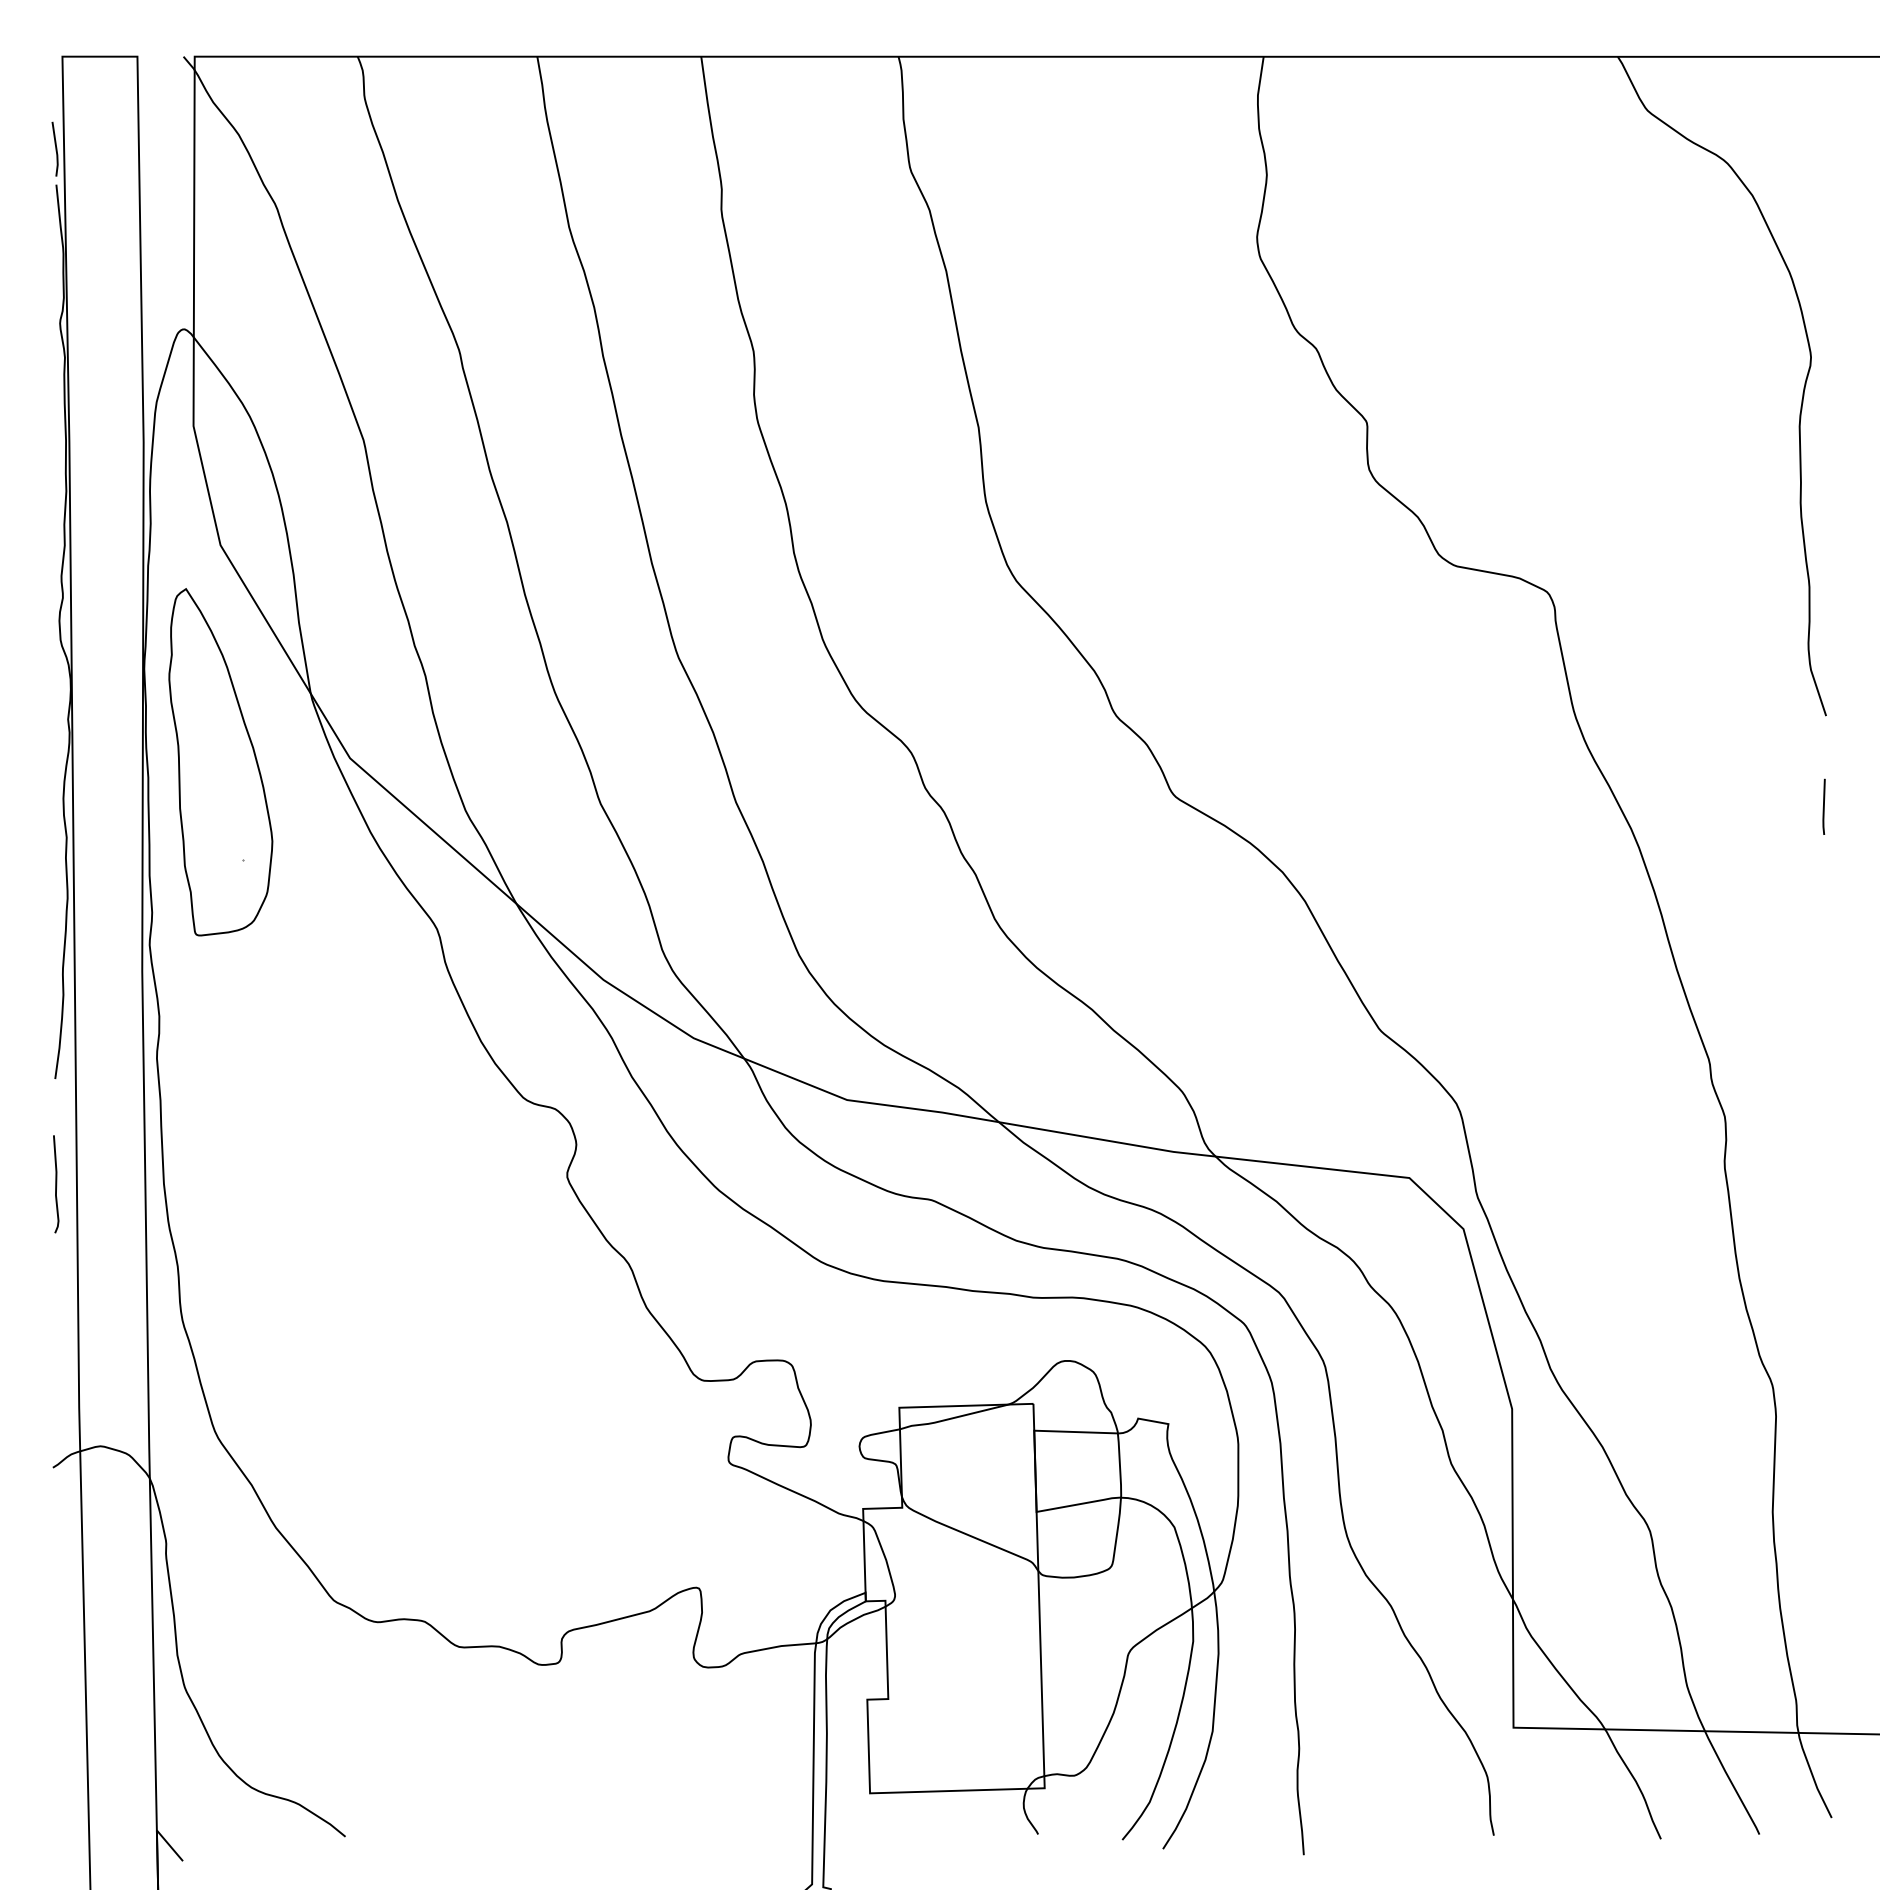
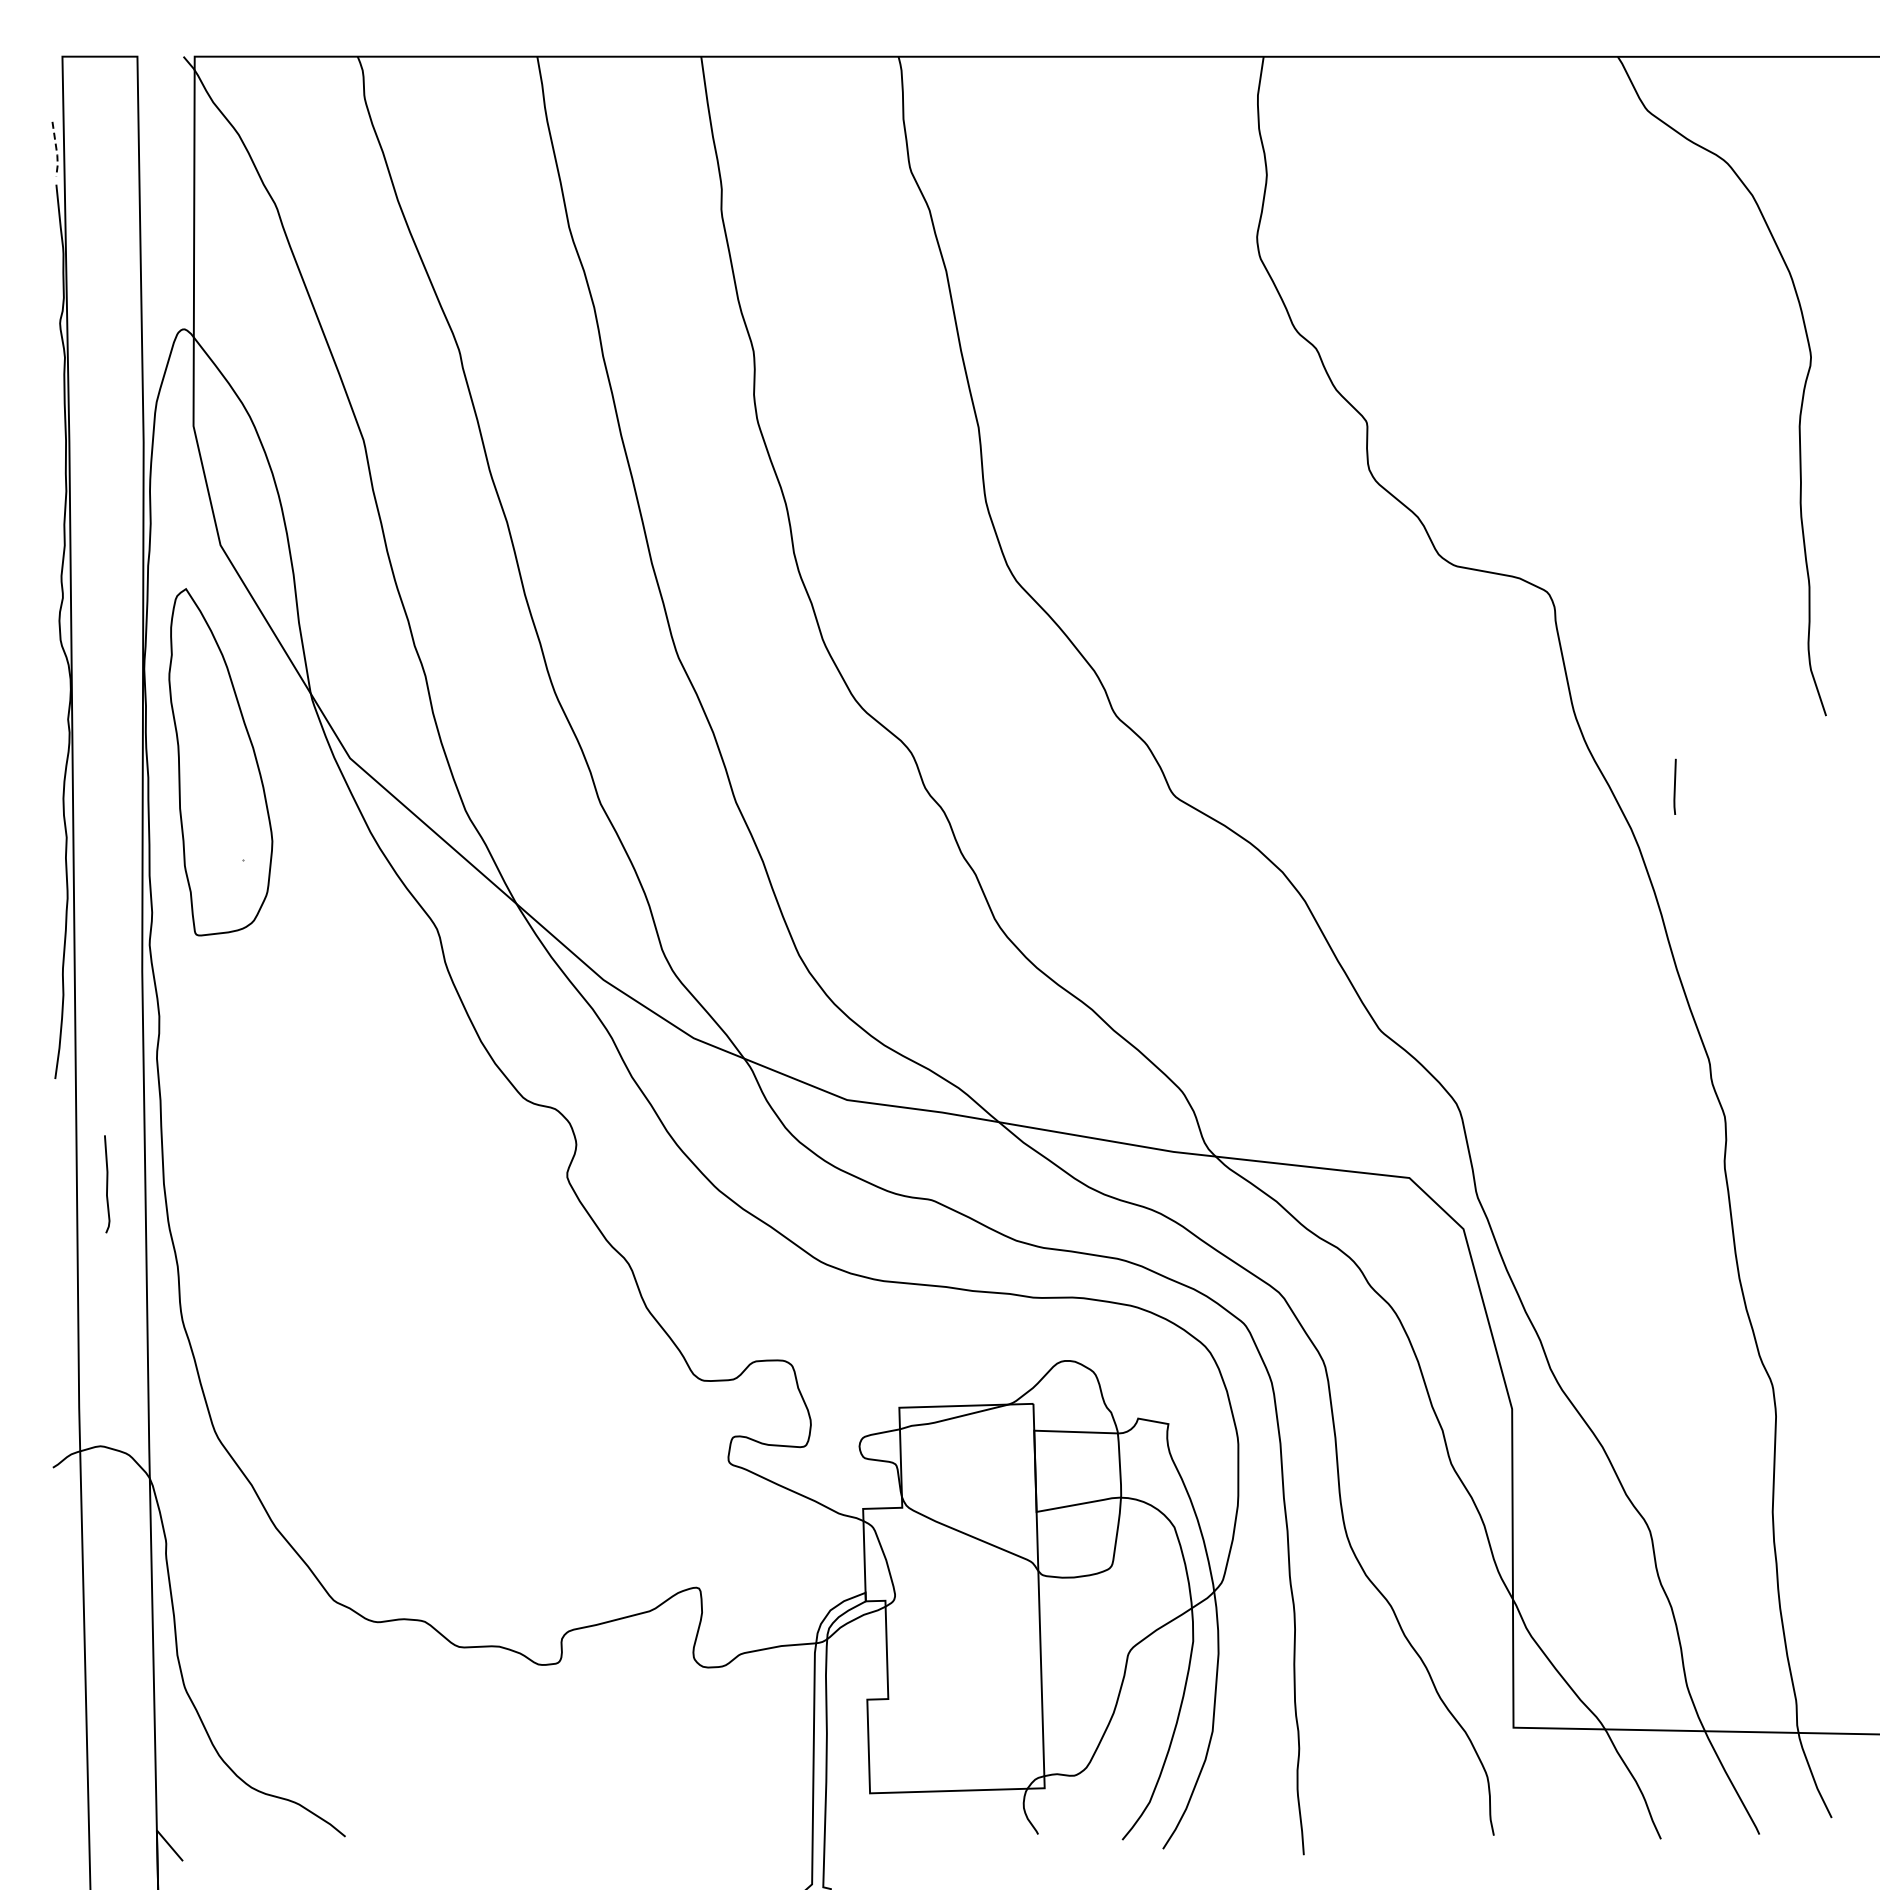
line at (56, 150): solid -> dashed
line at (1823, 806) position: (1823, 806) -> (1674, 786)
curve at (56, 1184) position: (56, 1184) -> (107, 1184)
